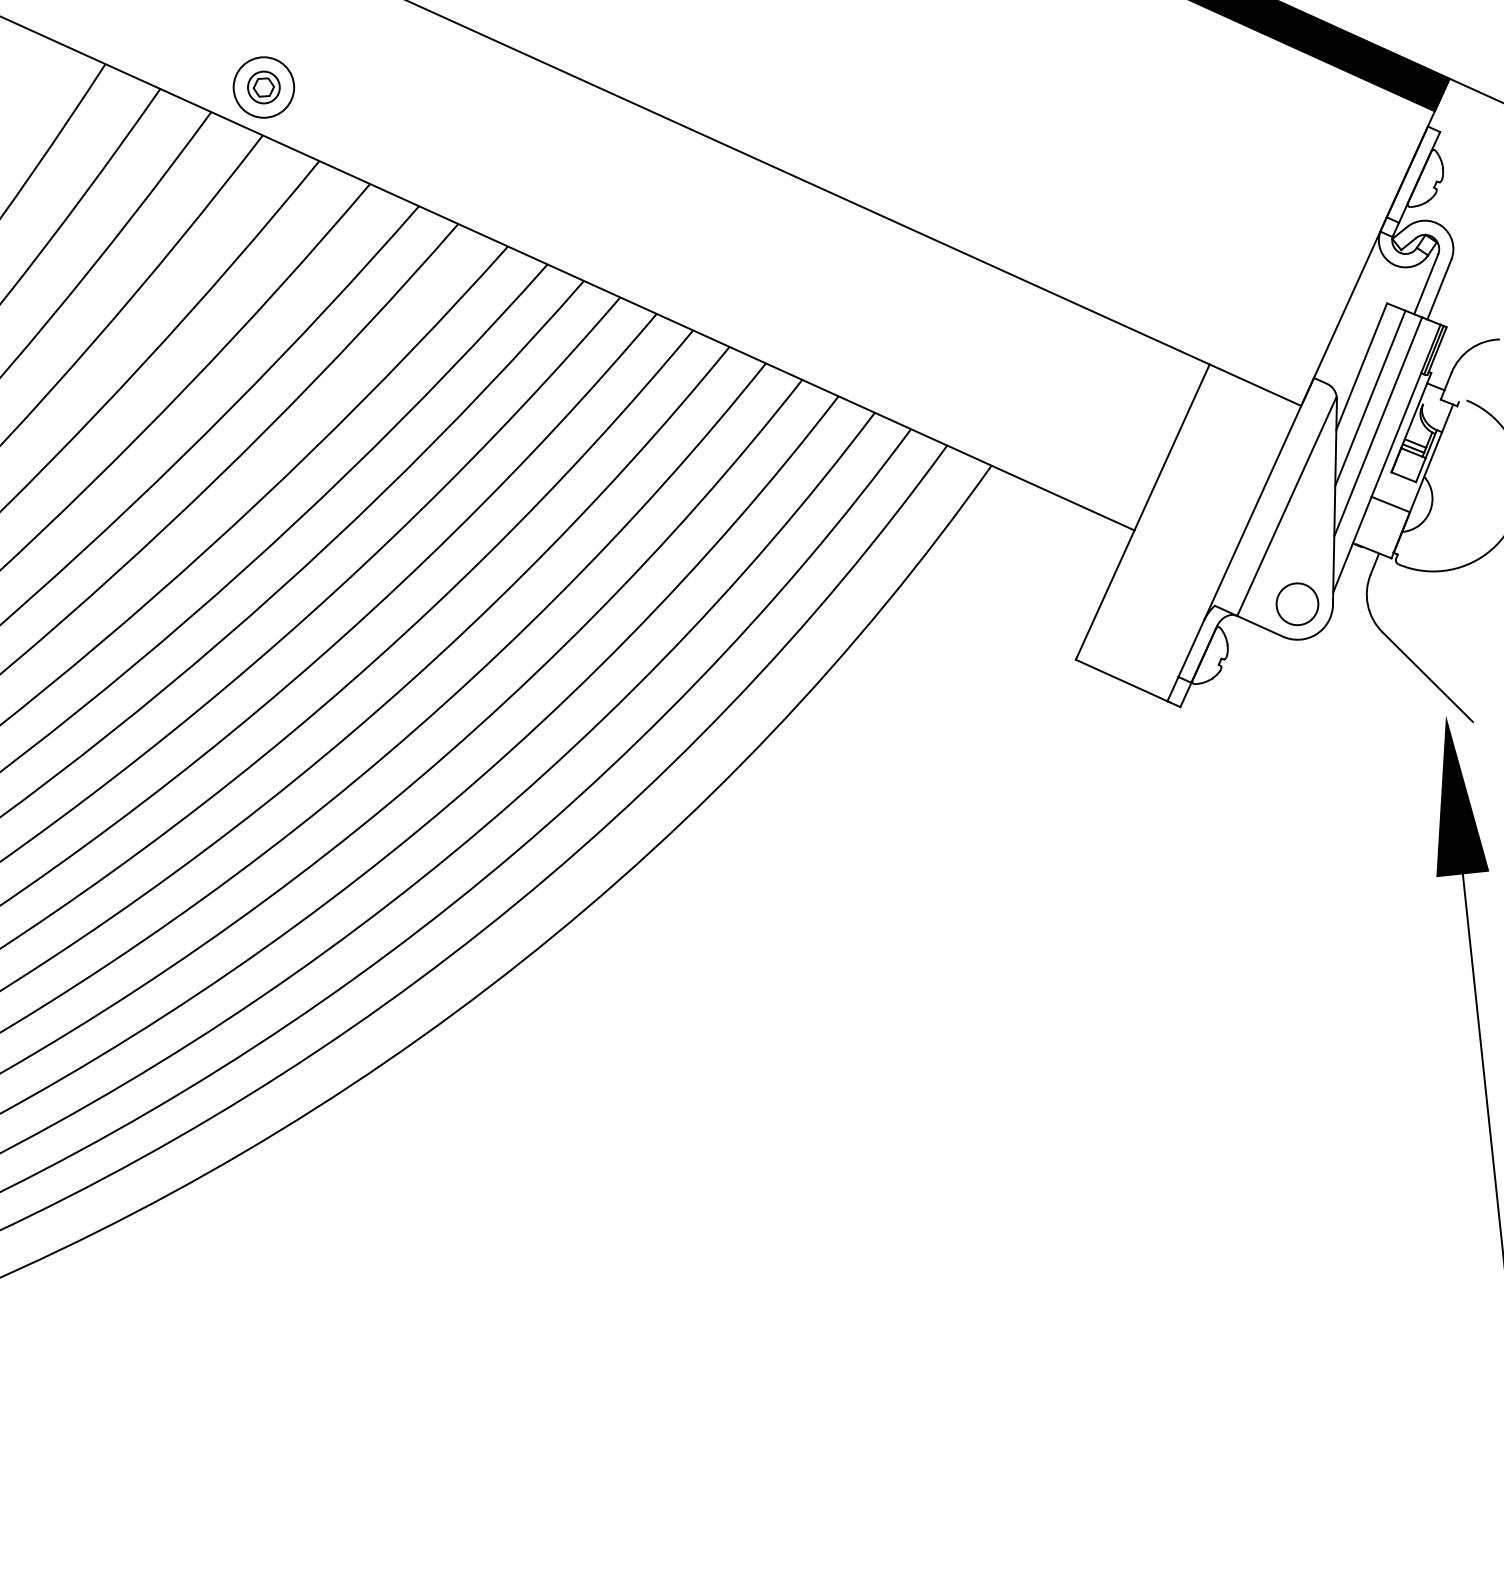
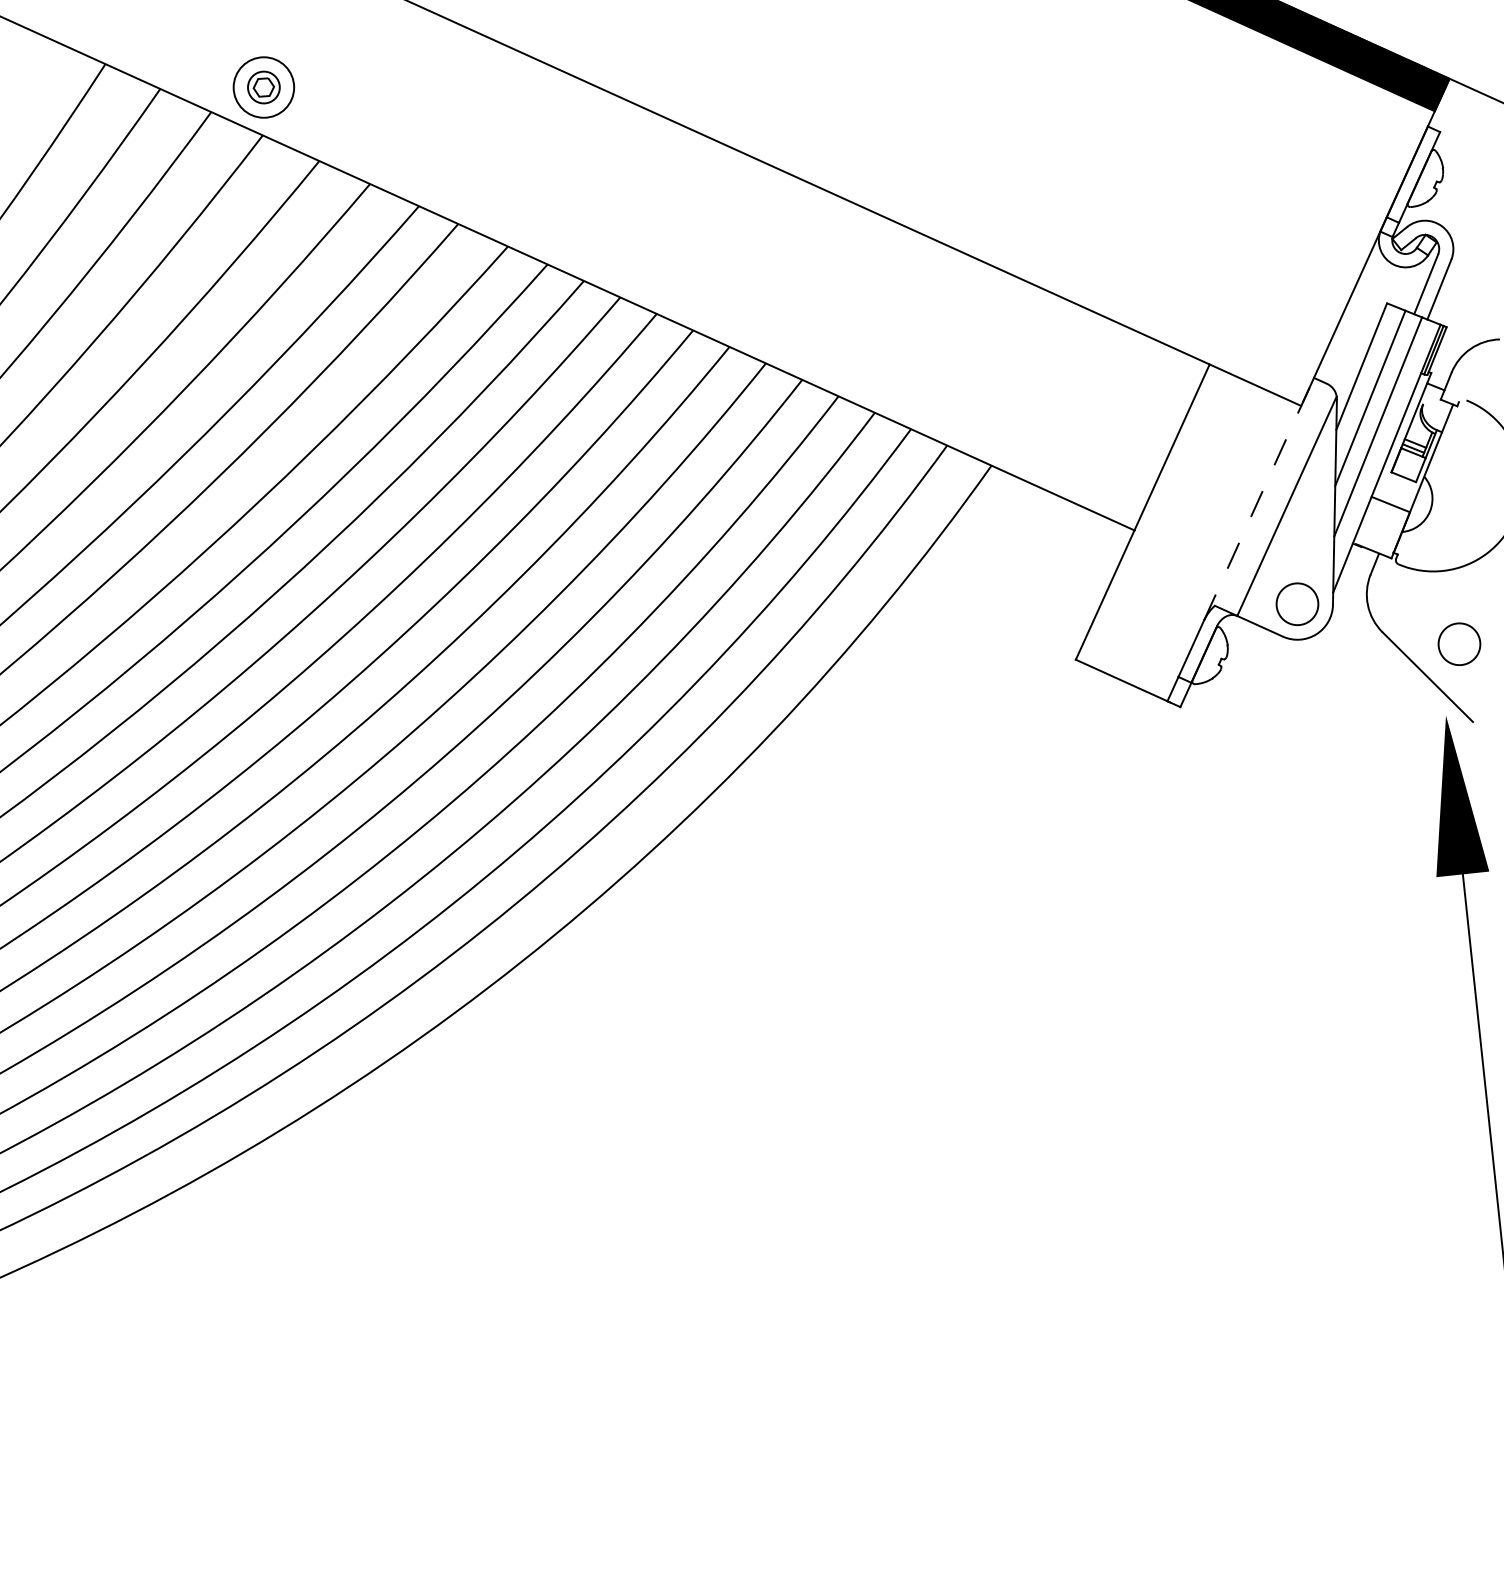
line at (1259, 498): solid -> dashed
part at (1459, 643): none -> present
